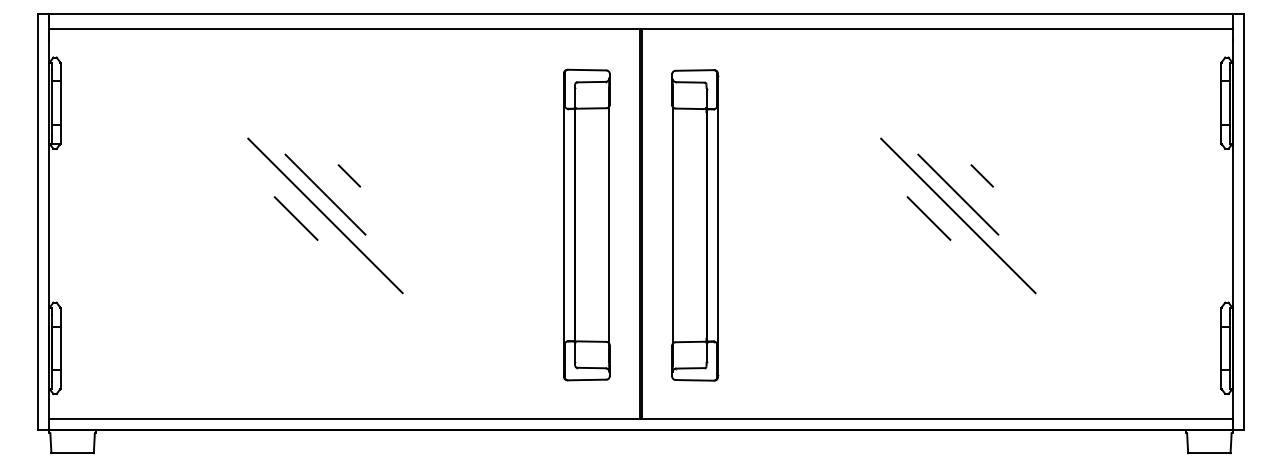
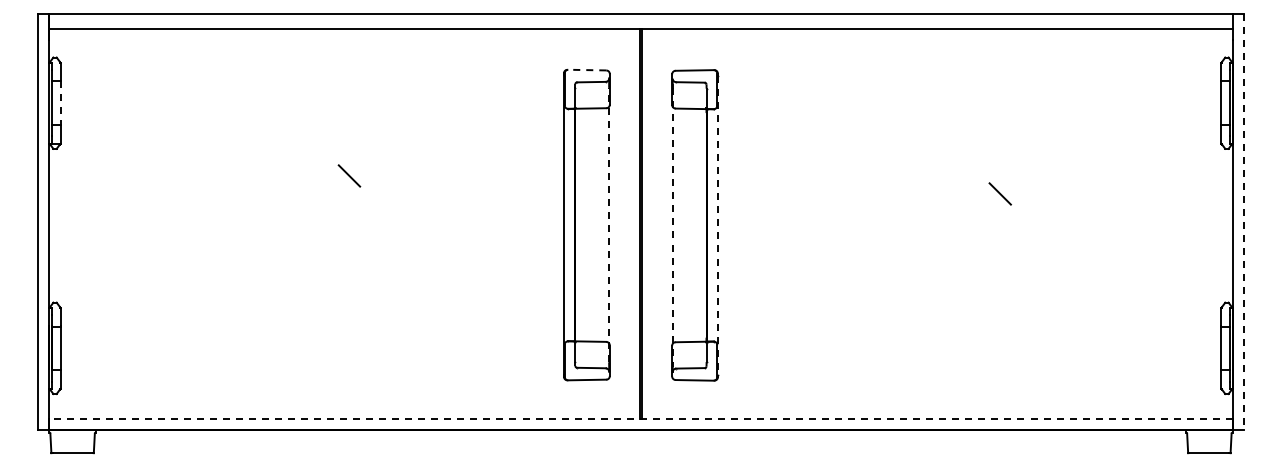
line at (587, 70): solid -> dashed
line at (60, 103): solid -> dashed
line at (981, 175) position: (981, 175) -> (999, 193)
line at (325, 194): present -> none
line at (958, 194): present -> none
line at (325, 215): present -> none
line at (958, 215): present -> none
line at (295, 218): present -> none
line at (928, 218): present -> none
line at (1243, 222): solid -> dashed
line at (609, 224): solid -> dashed
line at (672, 225): solid -> dashed
line at (717, 225): solid -> dashed
line at (641, 419): solid -> dashed
